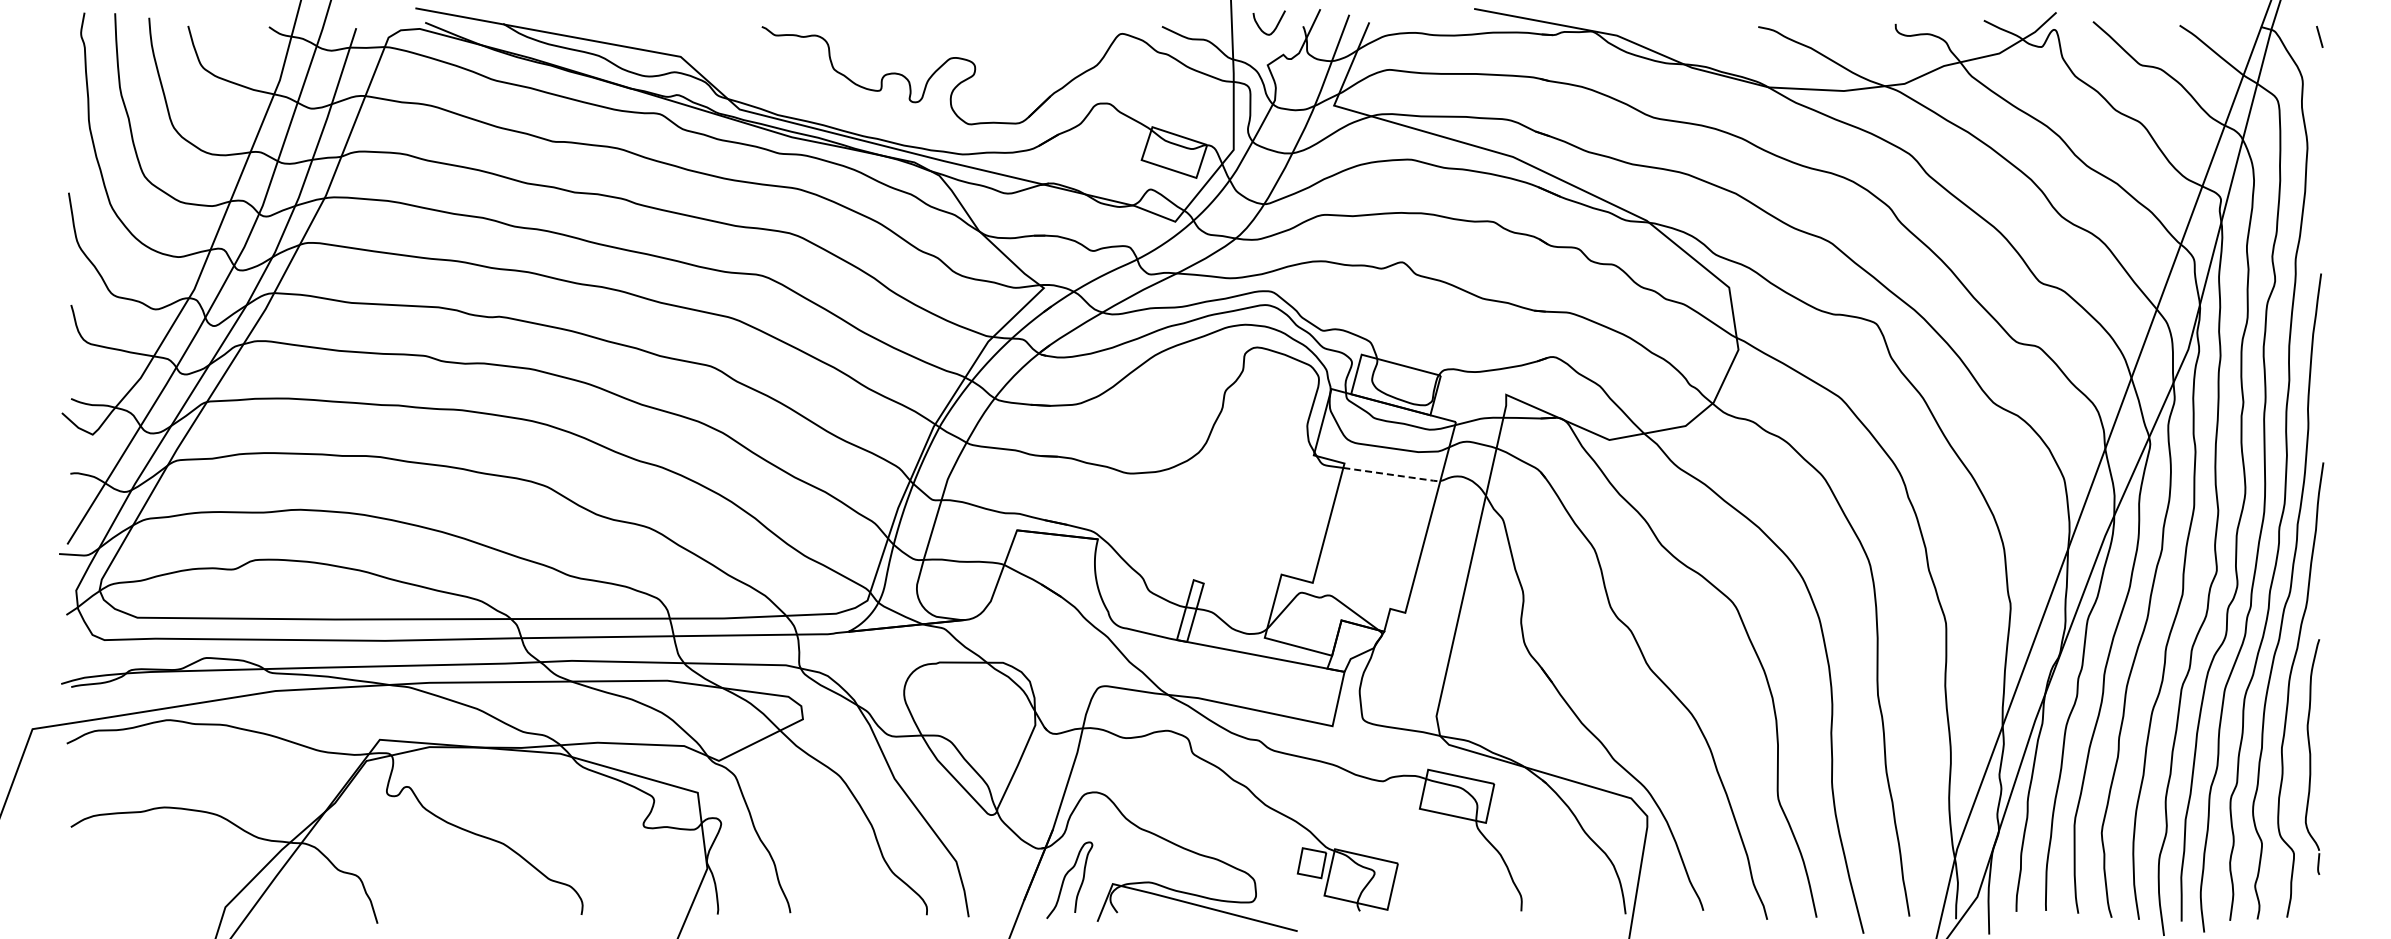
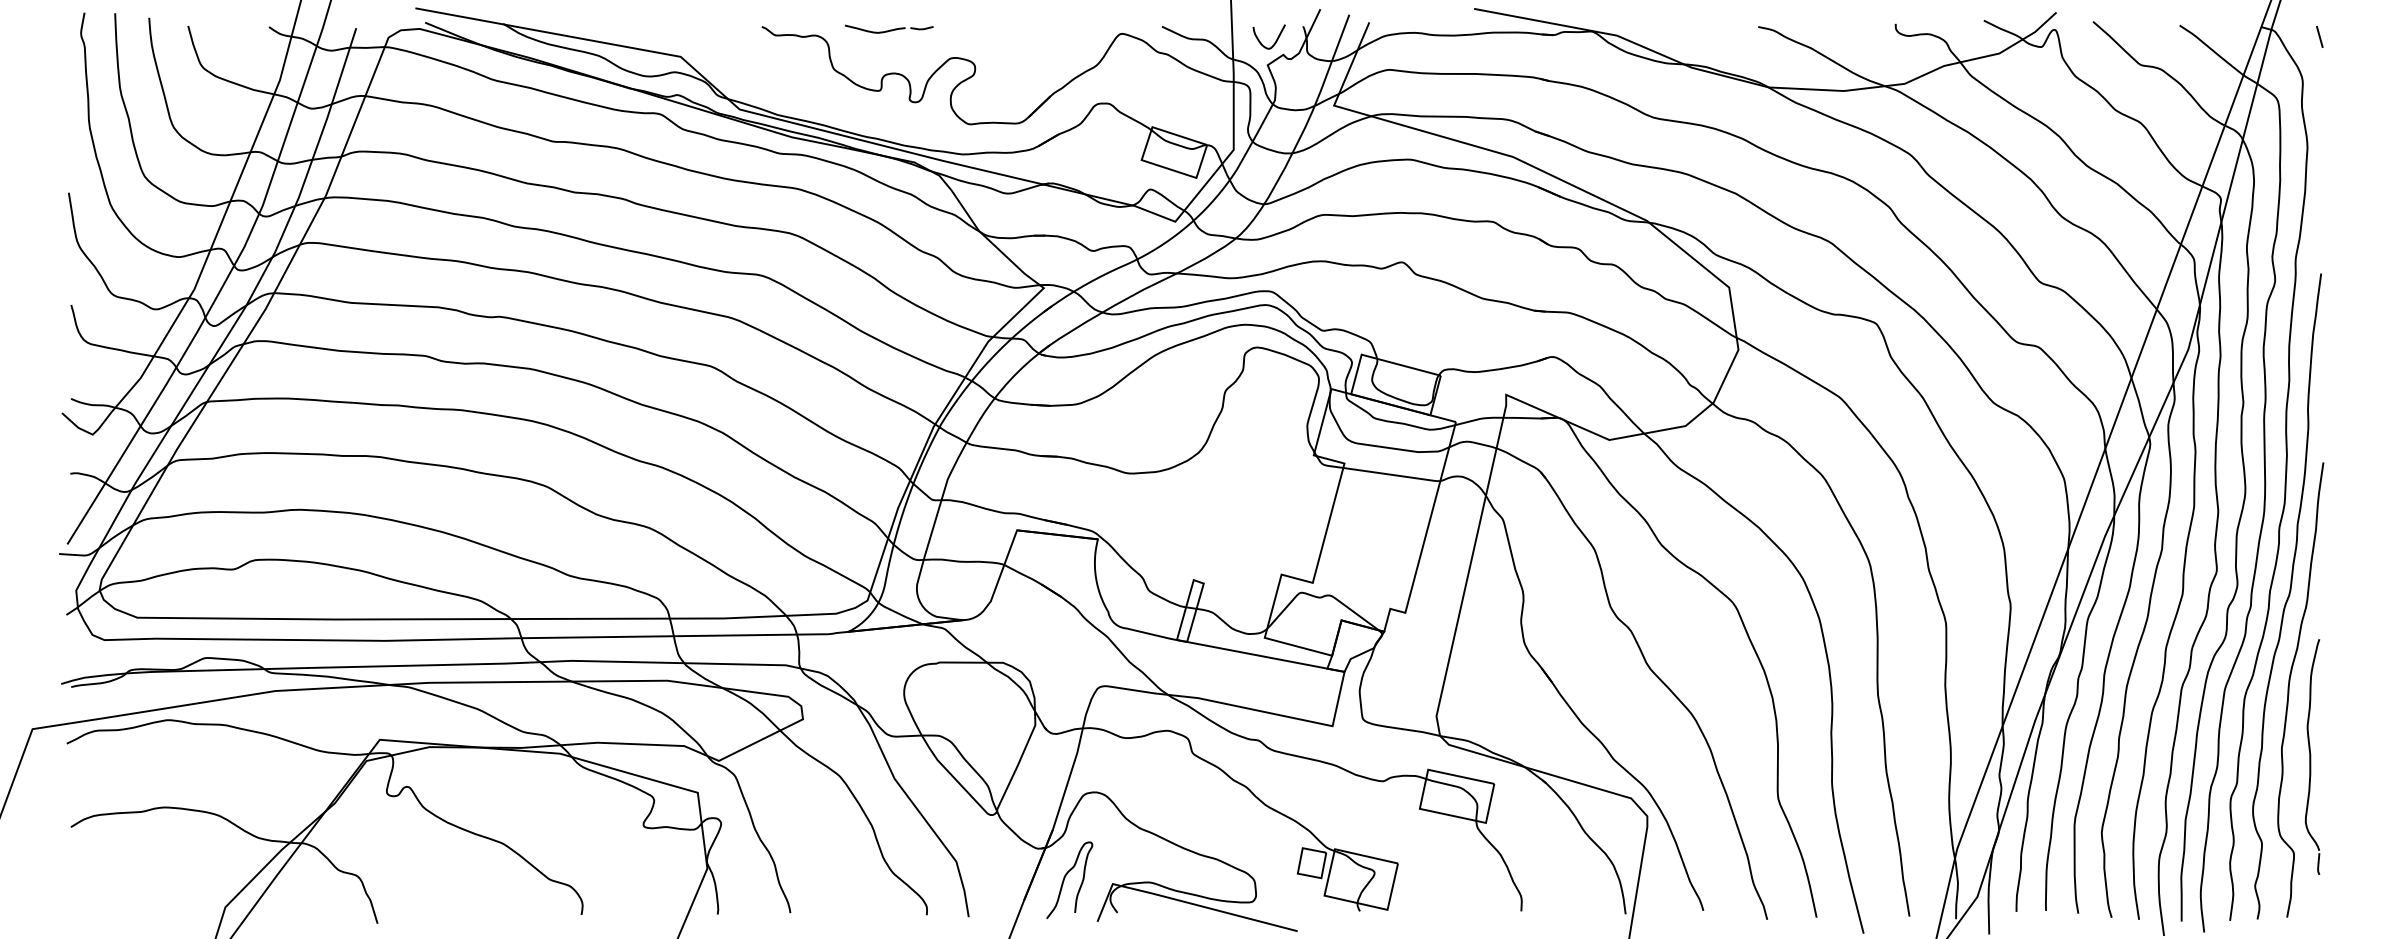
curve at (1275, 26) position: (1275, 26) -> (1275, 40)
part at (889, 28): none -> present
line at (1393, 475): dashed -> solid
